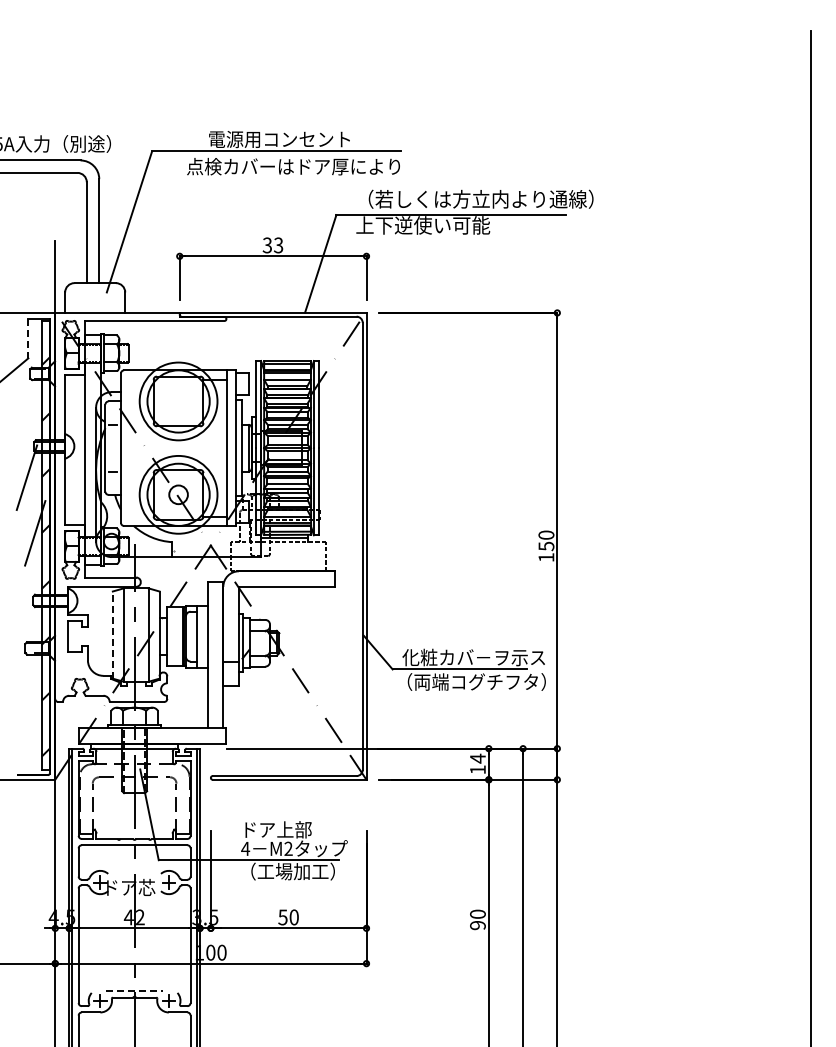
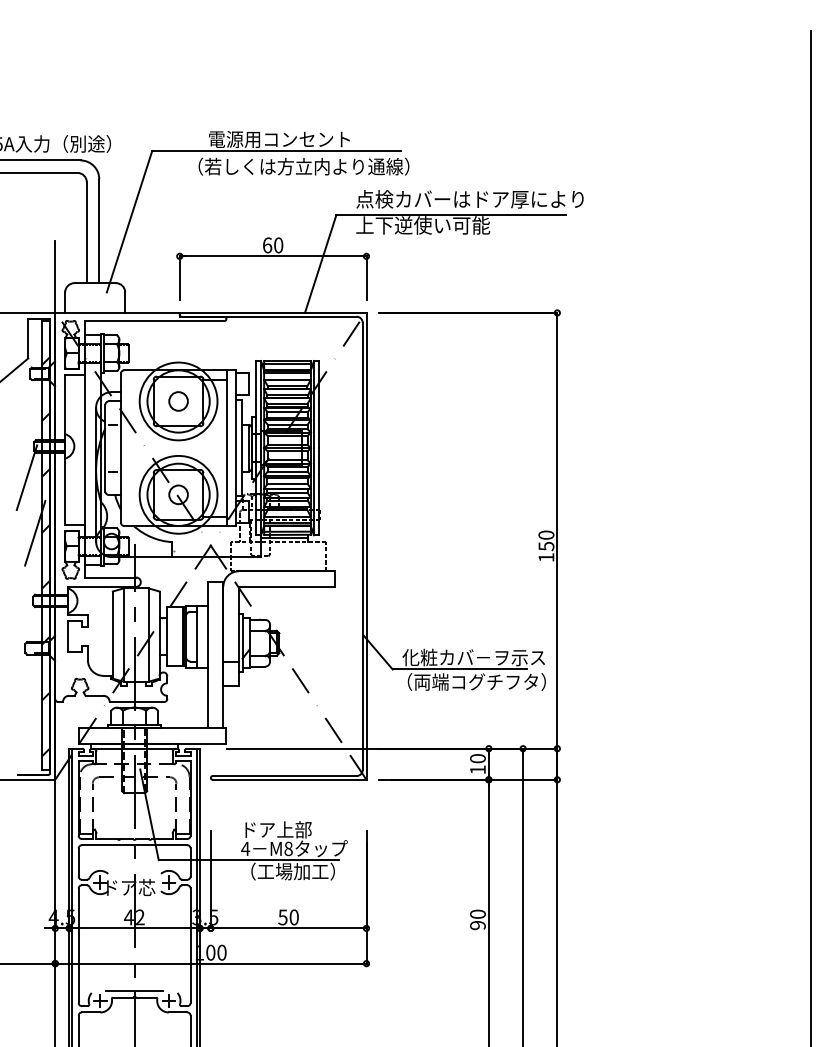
text at (298, 166): 点検カバーはドア厚により -> （若しくは方立内より通線）
text at (474, 198): （若しくは方立内より通線） -> 点検カバーはドア厚により
text at (272, 245): 33 -> 60
line at (28, 338): dashed -> solid
circle at (178, 401): none -> present
line at (112, 635): dashed -> solid
text at (477, 758): 14 -> 10
text at (288, 848): M2 -> M8
line at (134, 991): dashed -> solid
